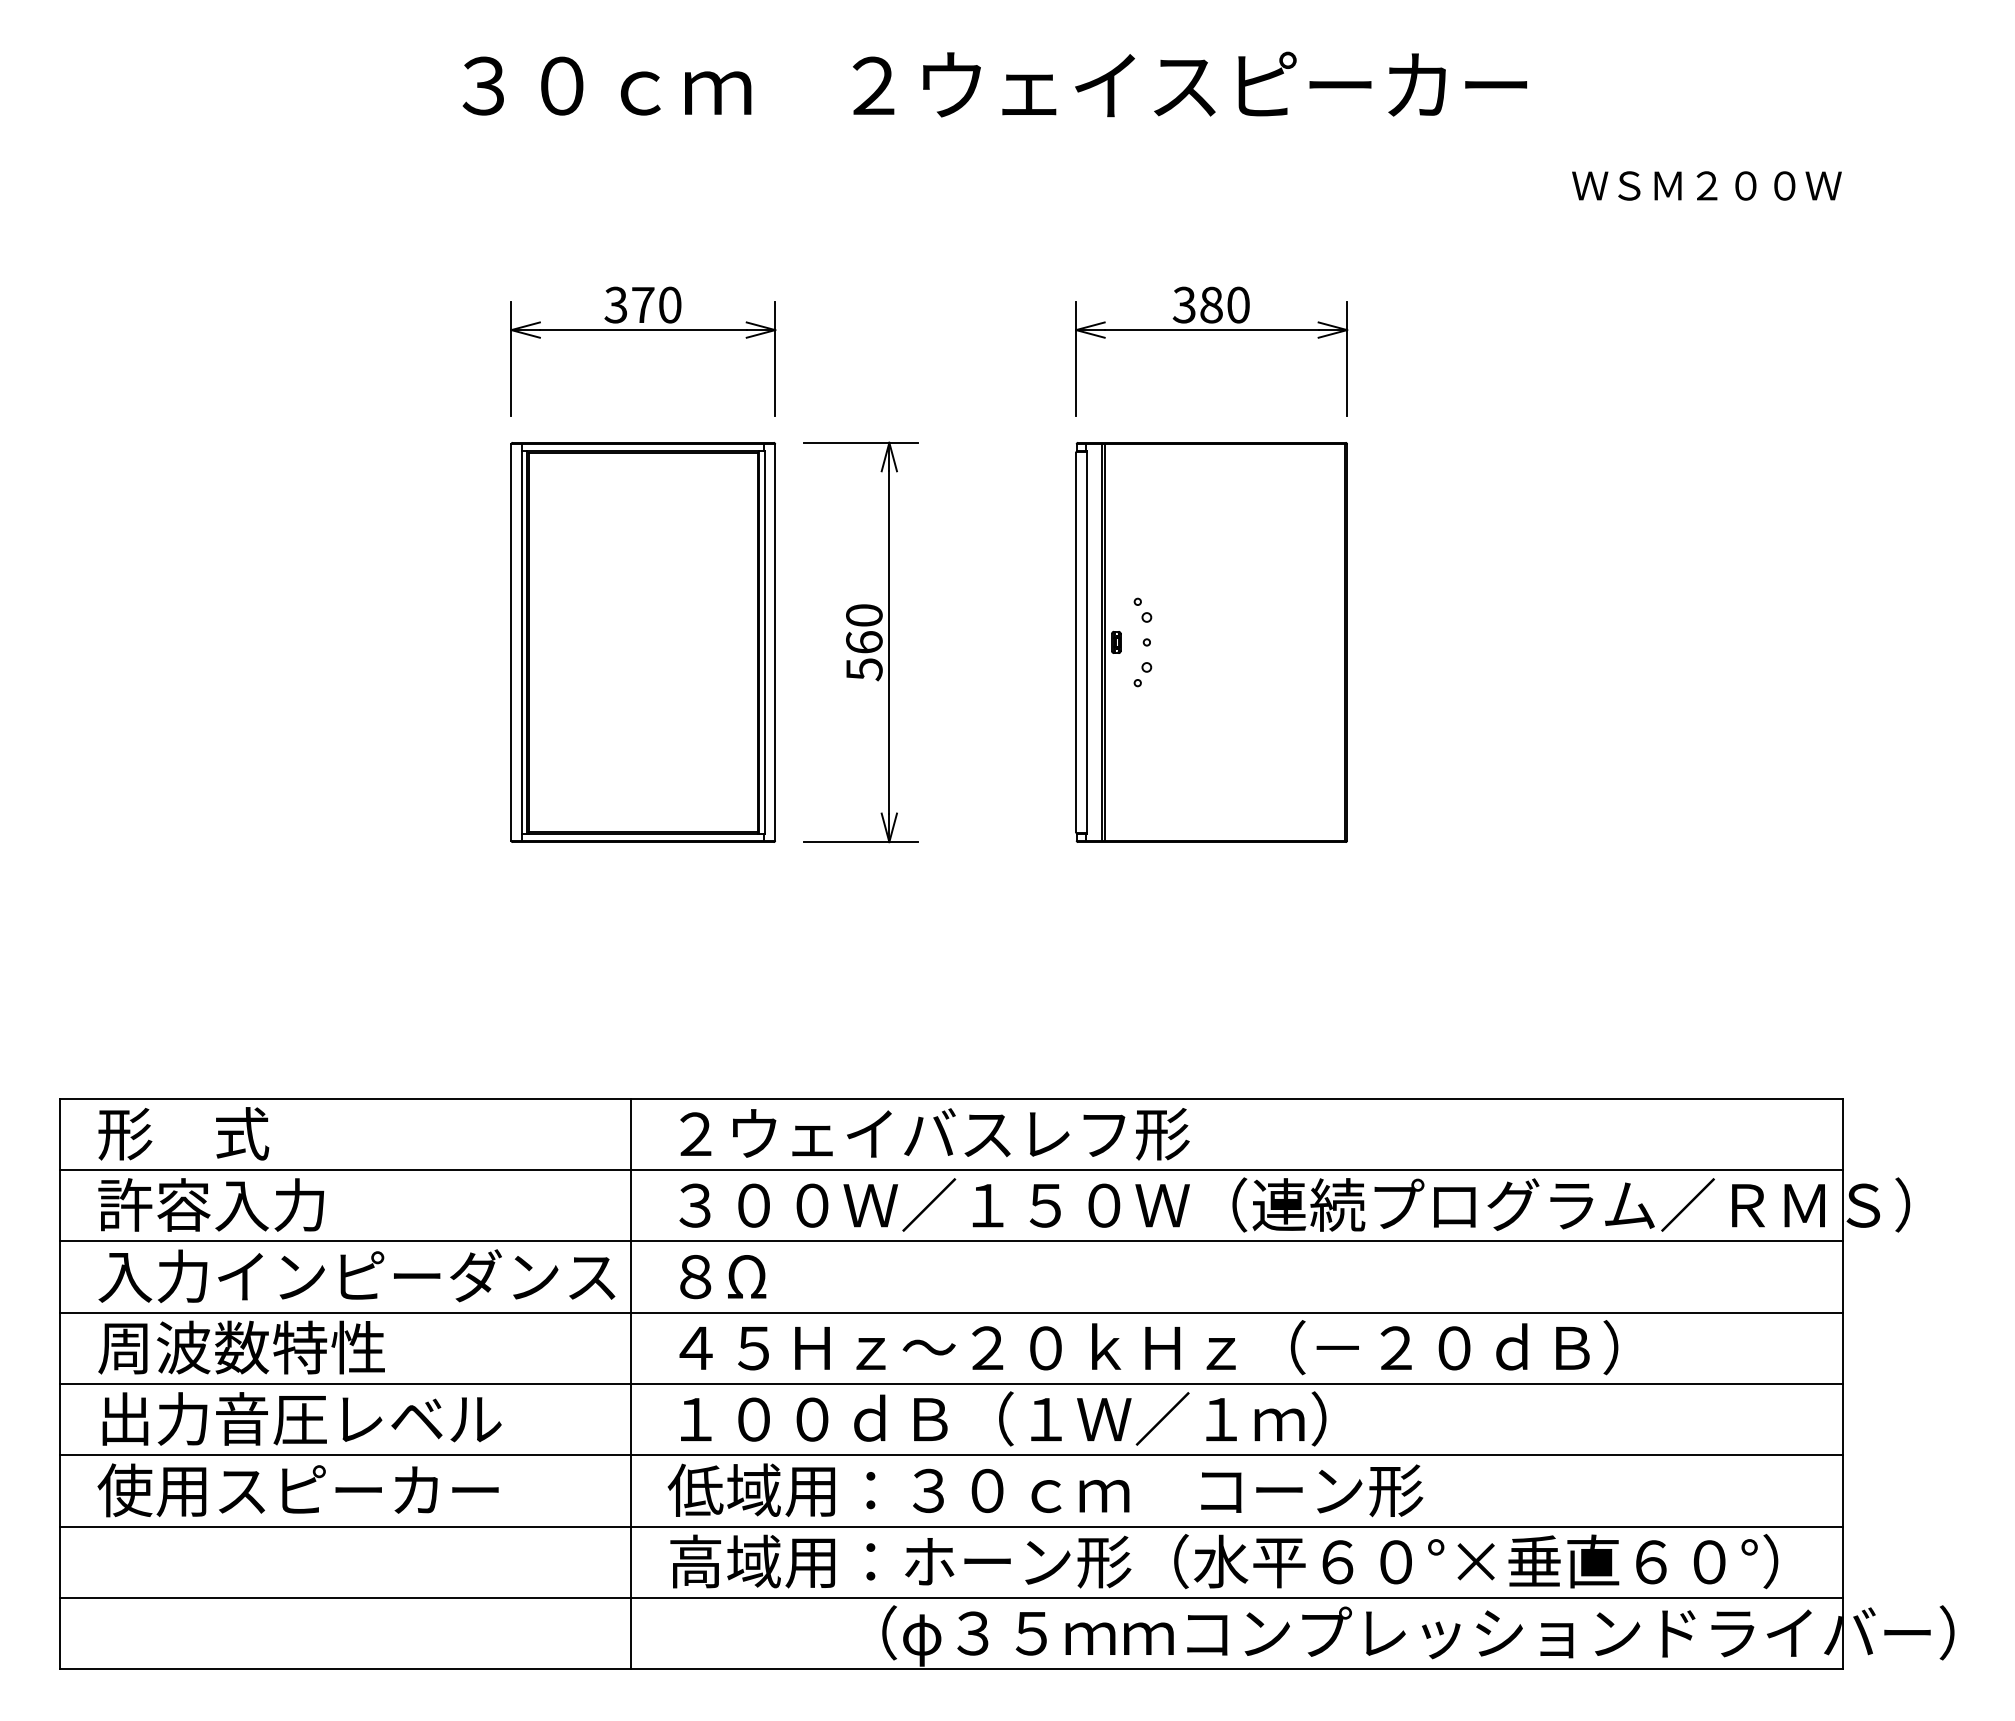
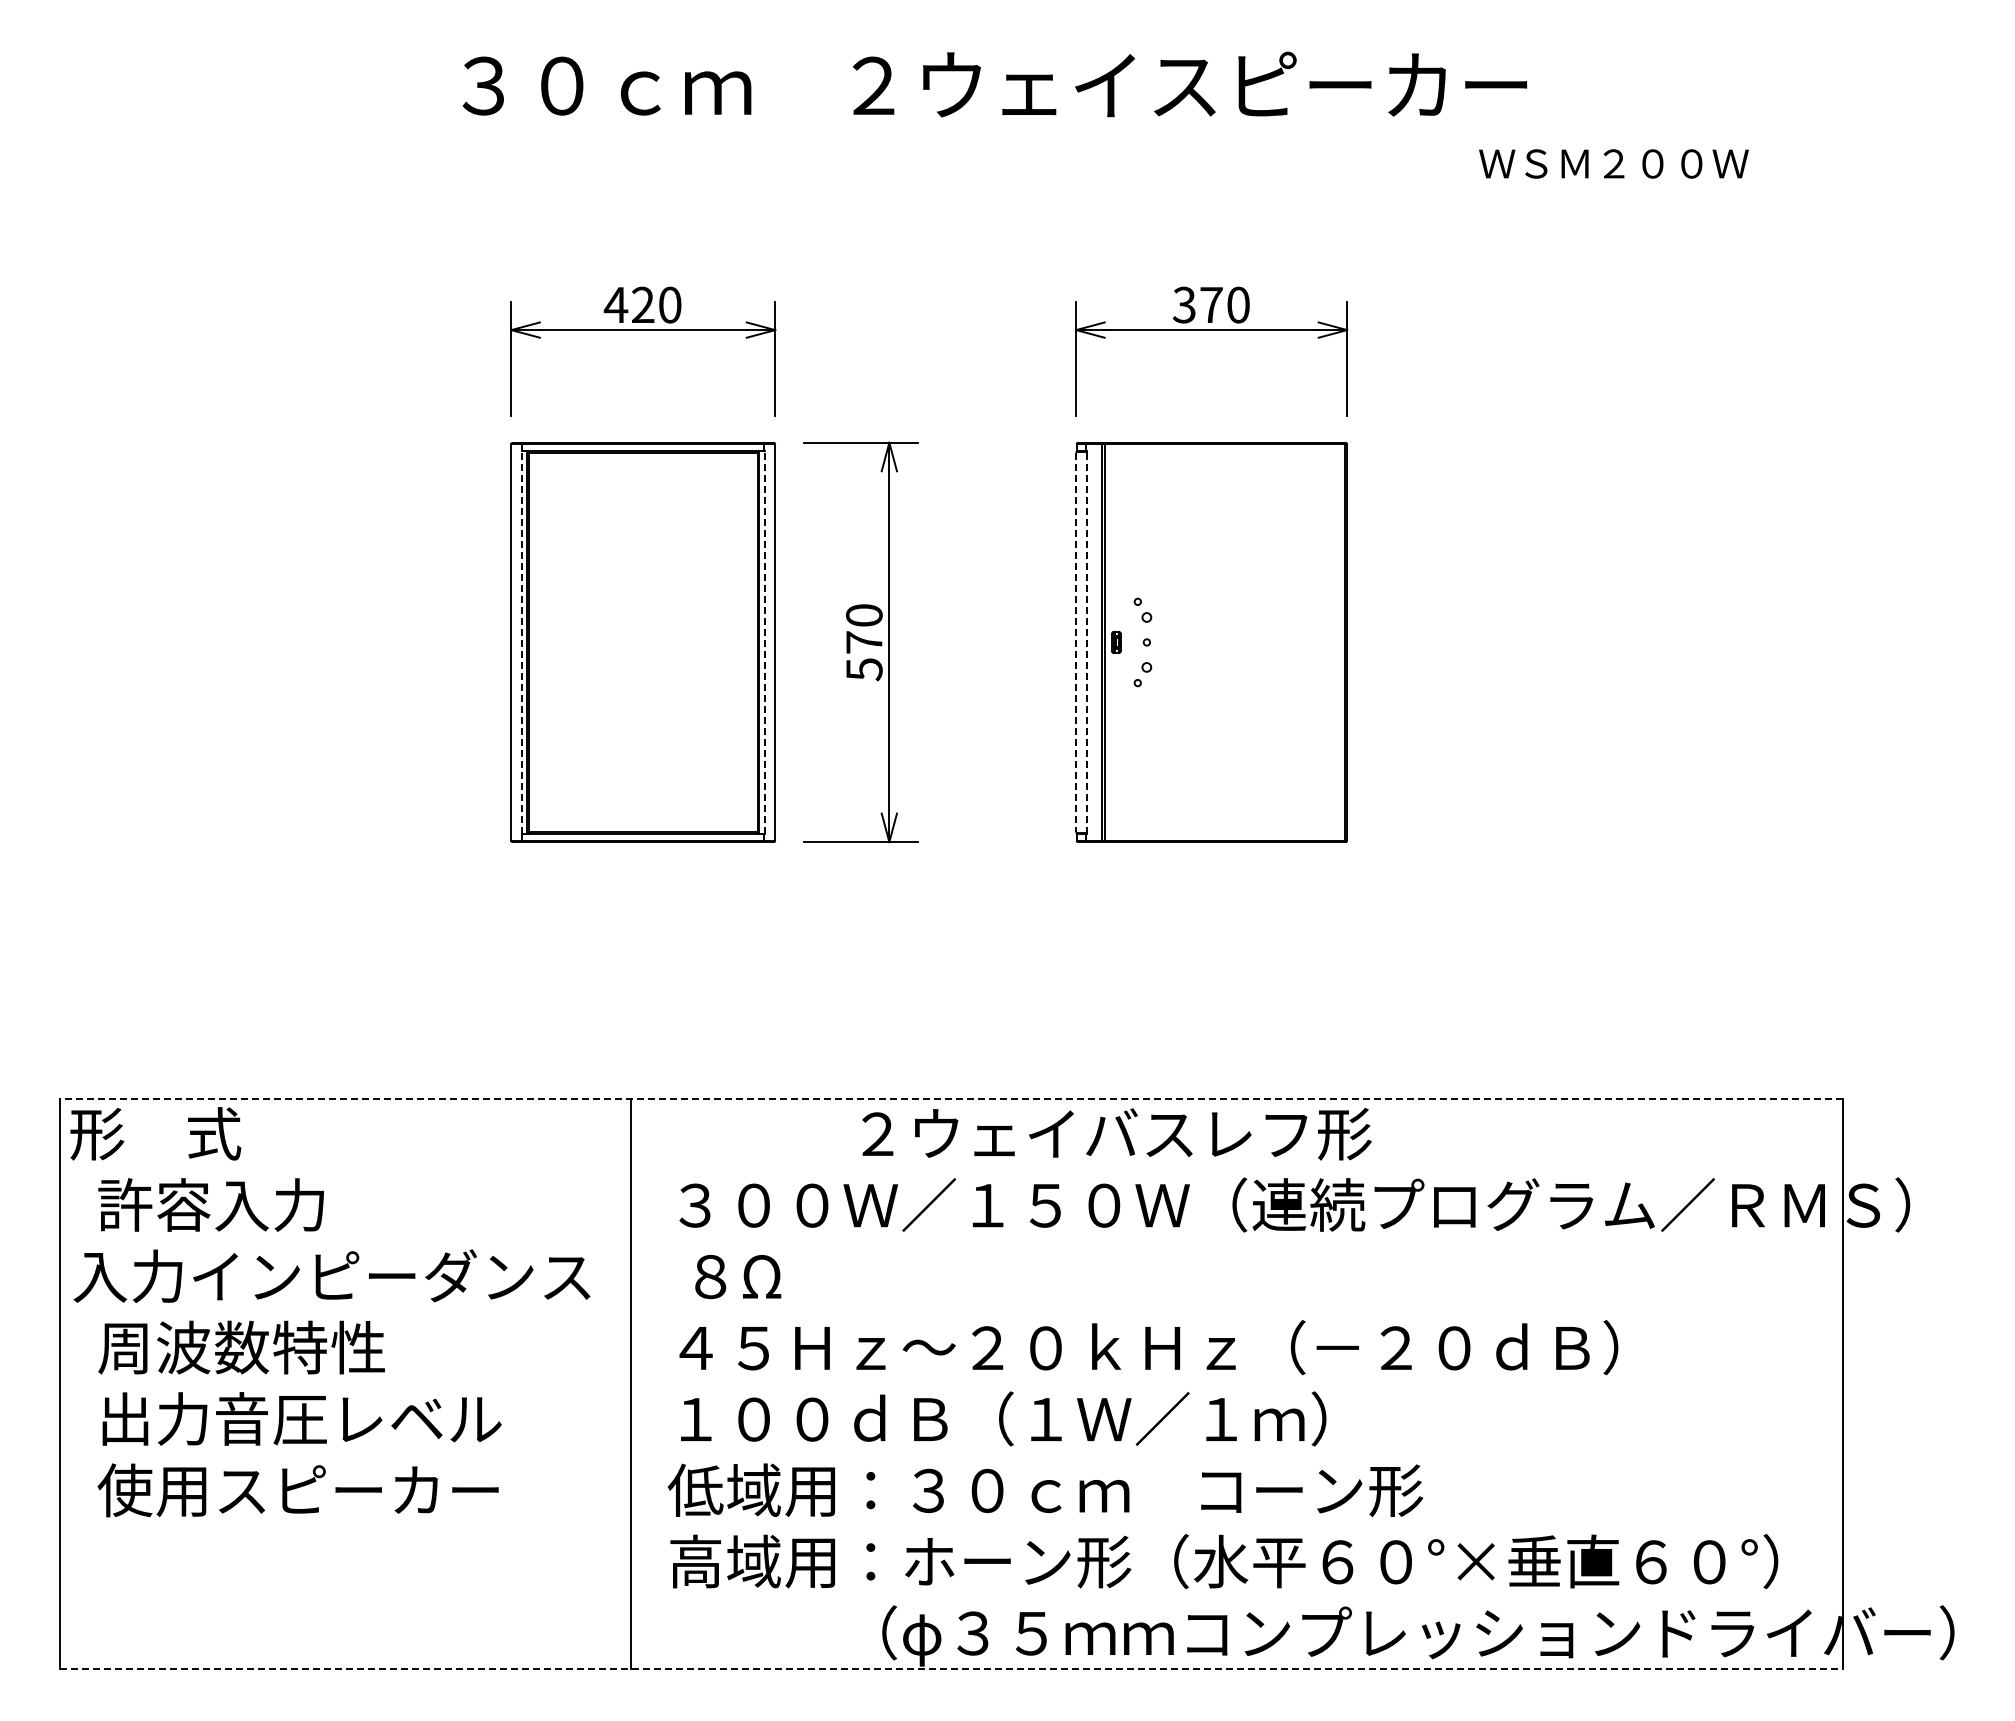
text at (1706, 185) position: (1706, 185) -> (1613, 163)
text at (628, 304): 370 -> 420
text at (1211, 304): 380 -> 370
line at (521, 641): solid -> dashed
line at (764, 641): solid -> dashed
line at (1086, 641): solid -> dashed
text at (864, 642): 560 -> 570
line at (1076, 642): solid -> dashed
line at (951, 1098): solid -> dashed
text at (183, 1133) position: (183, 1133) -> (155, 1133)
text at (934, 1134) position: (934, 1134) -> (1116, 1134)
line at (951, 1170): present -> none
line at (951, 1241): present -> none
text at (356, 1275) position: (356, 1275) -> (331, 1275)
text at (723, 1277) position: (723, 1277) -> (738, 1277)
line at (951, 1312): present -> none
line at (951, 1384): present -> none
line at (951, 1455): present -> none
line at (951, 1526): present -> none
line at (951, 1597): present -> none
line at (952, 1669): solid -> dashed
